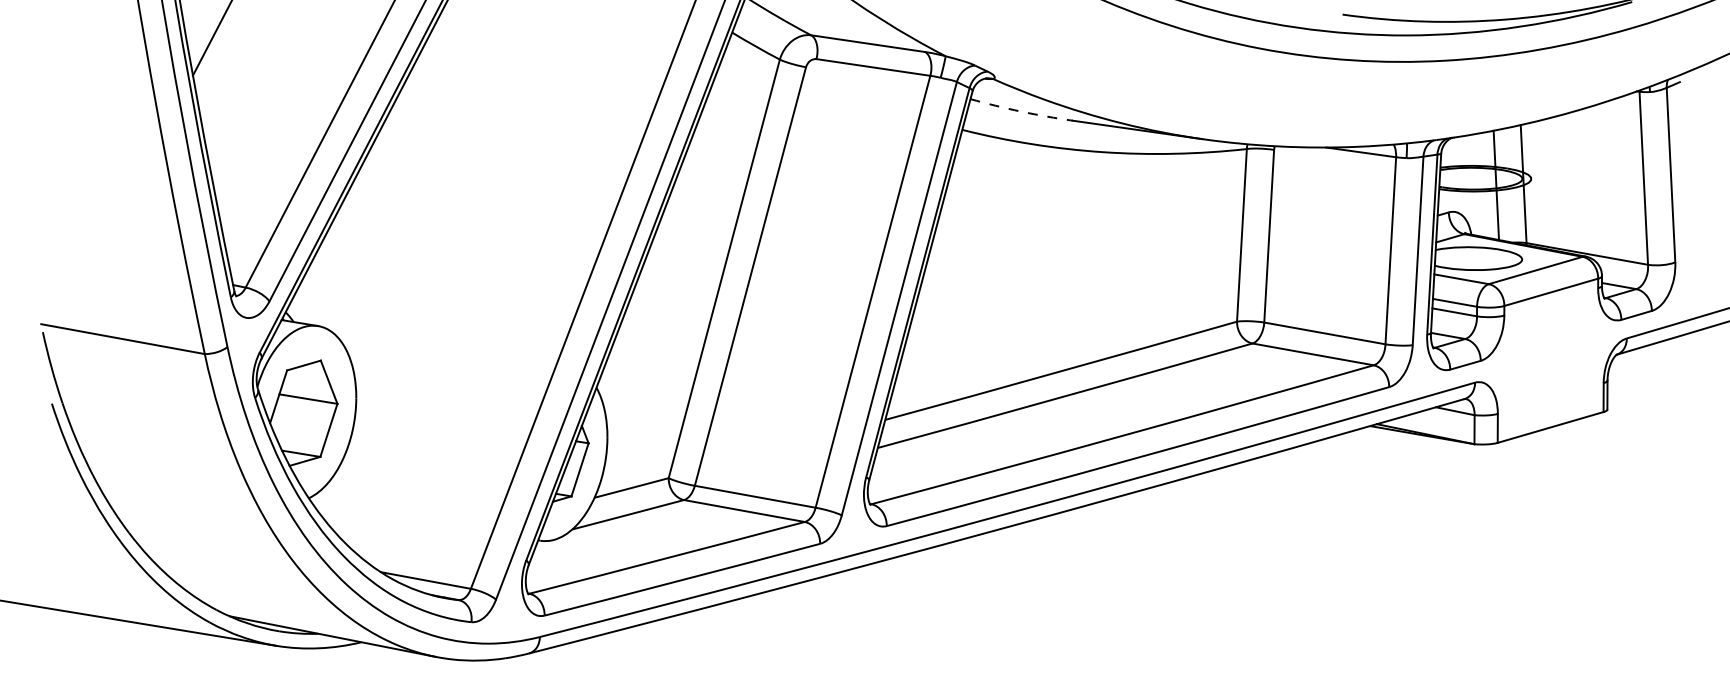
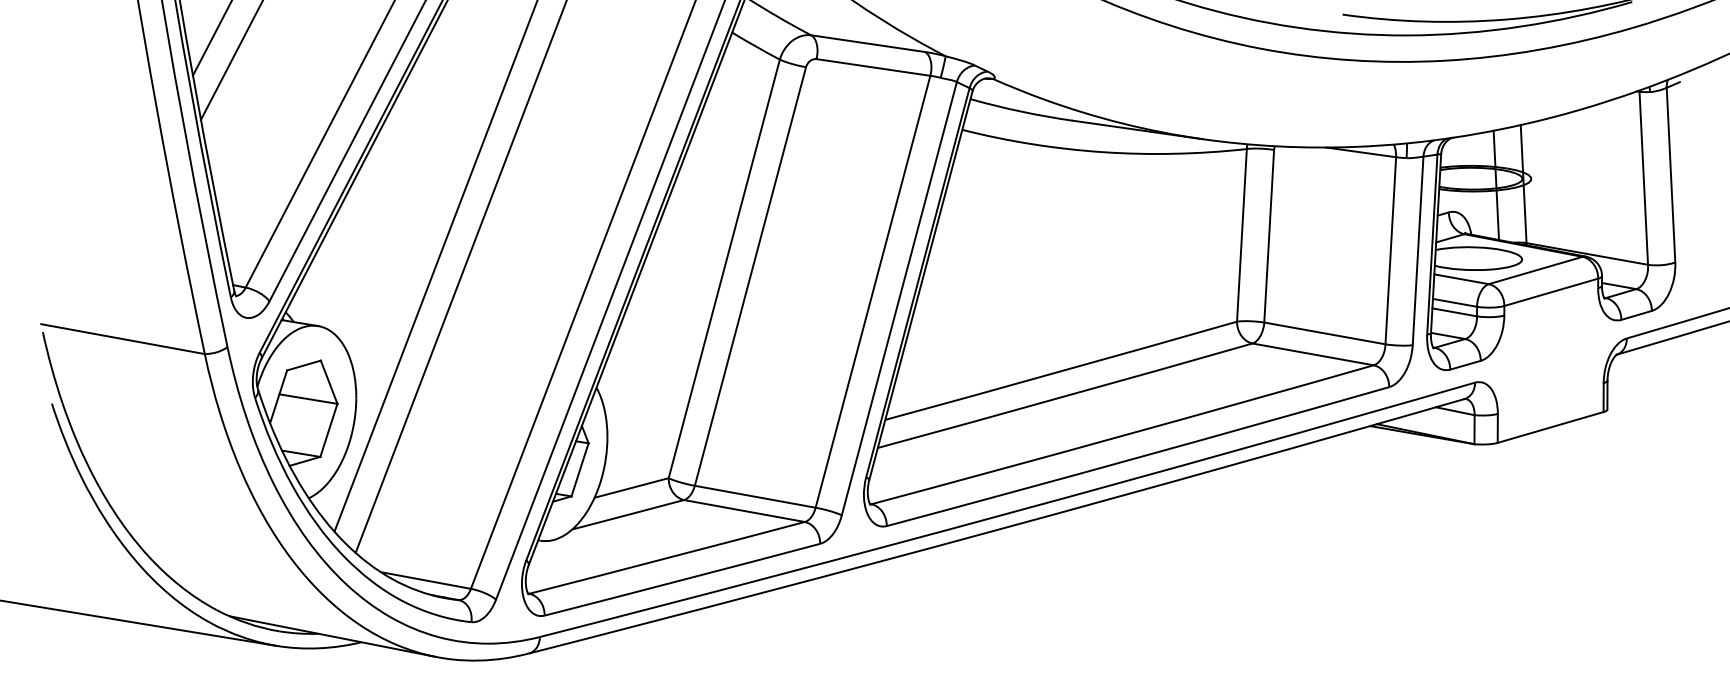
line at (230, 60): none -> present
arc at (1021, 111): dashed -> solid
line at (435, 266): none -> present
line at (460, 277): none -> present
